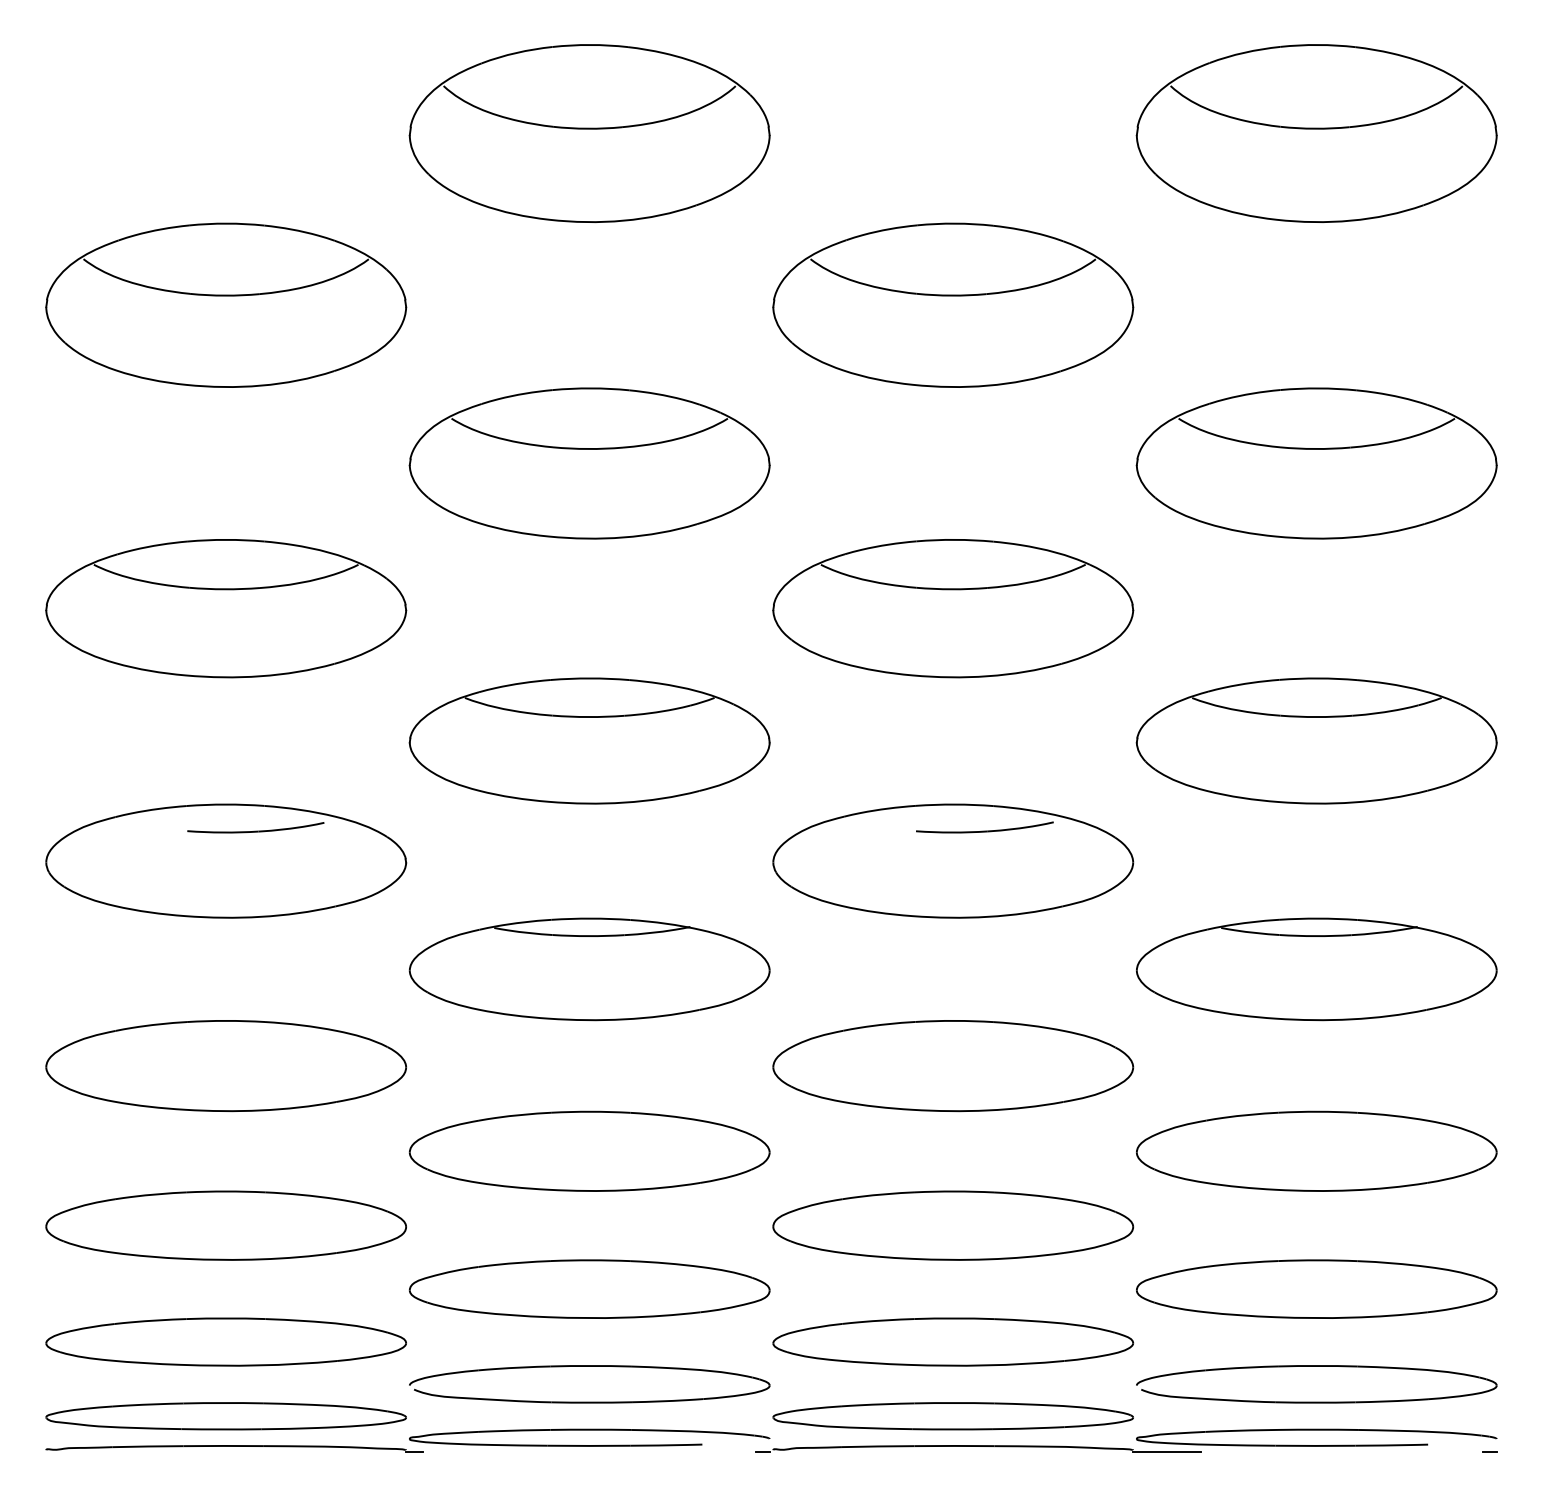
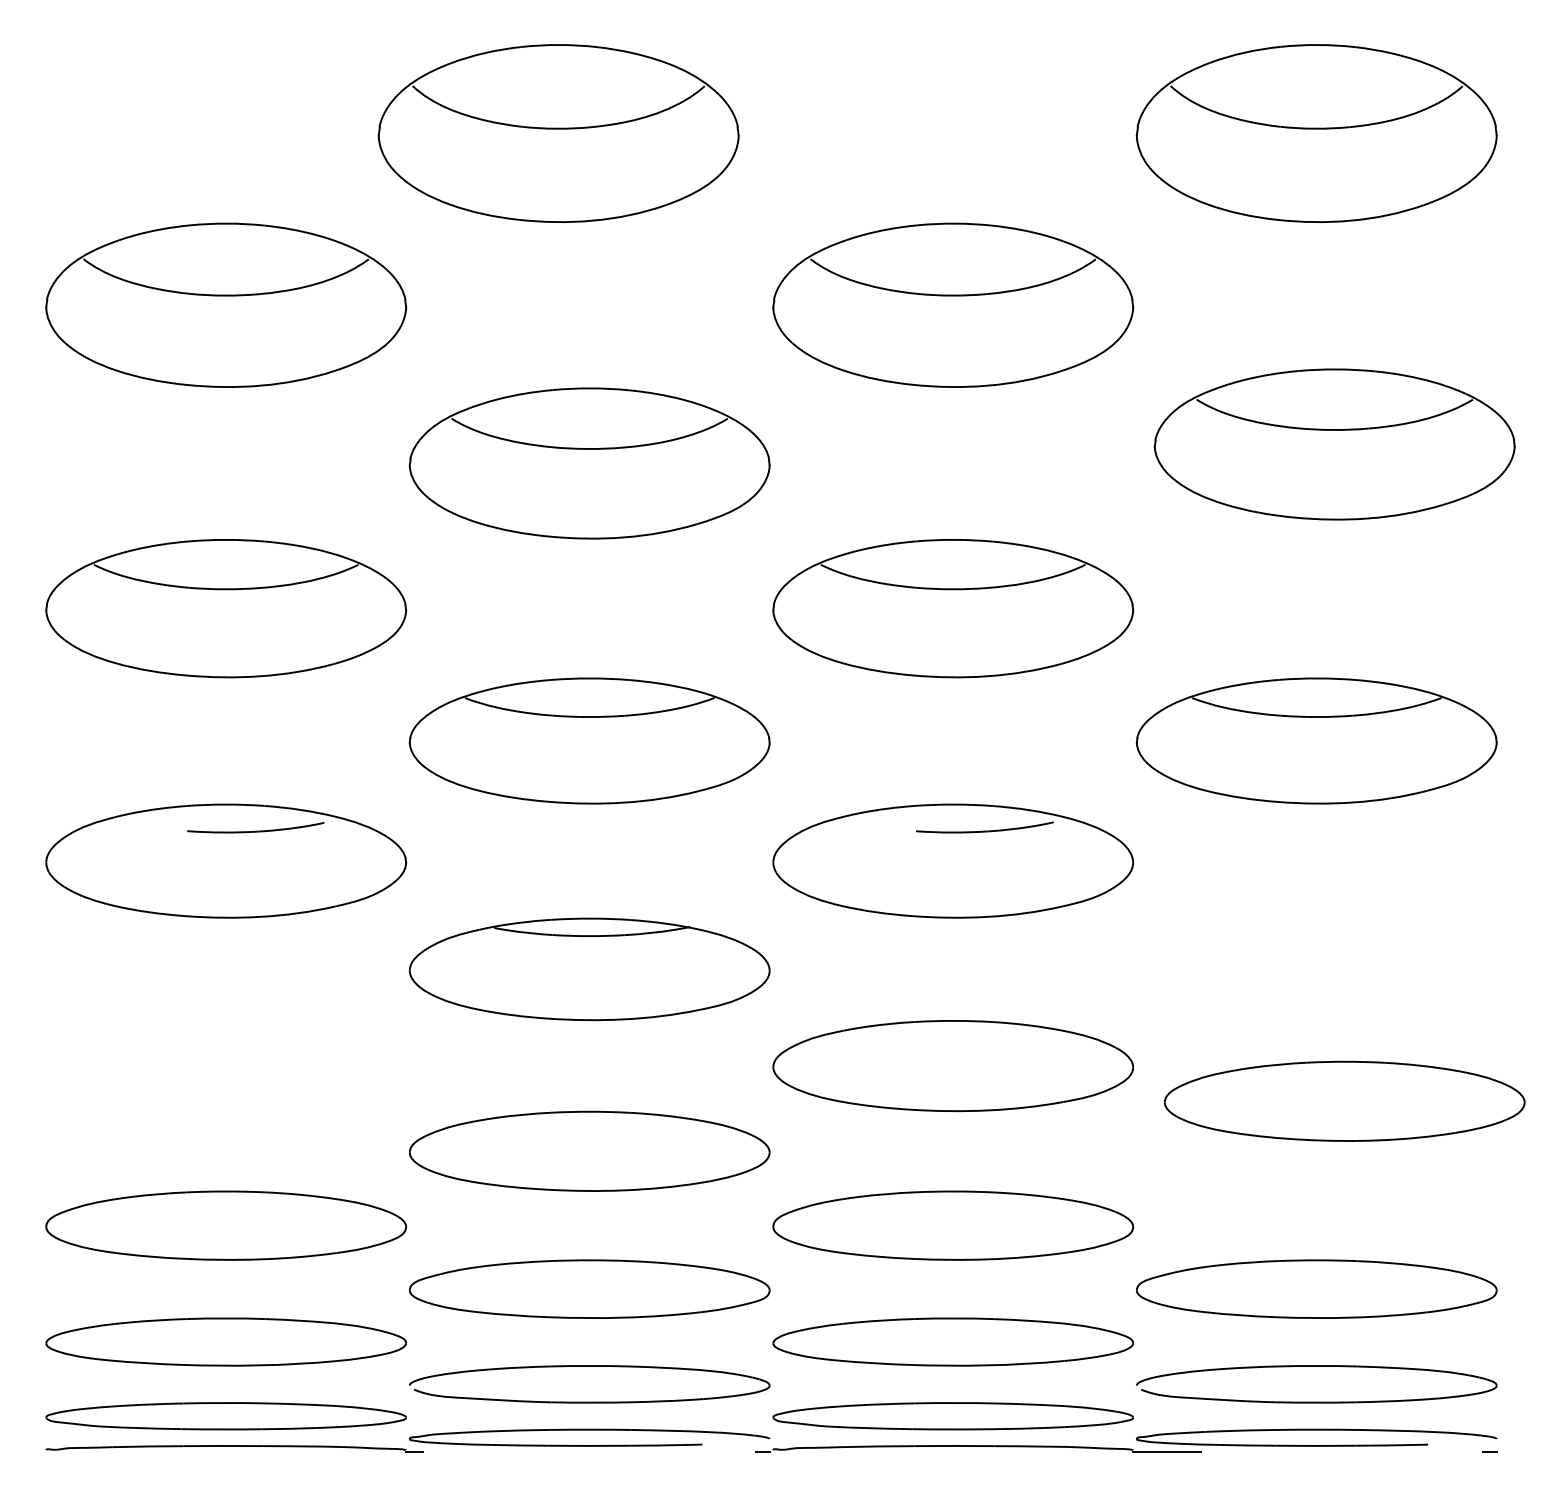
part at (589, 133) position: (589, 133) -> (558, 133)
part at (1316, 463) position: (1316, 463) -> (1334, 444)
part at (1316, 969): present -> none
part at (225, 1066): present -> none
part at (1316, 1150) position: (1316, 1150) -> (1344, 1100)
